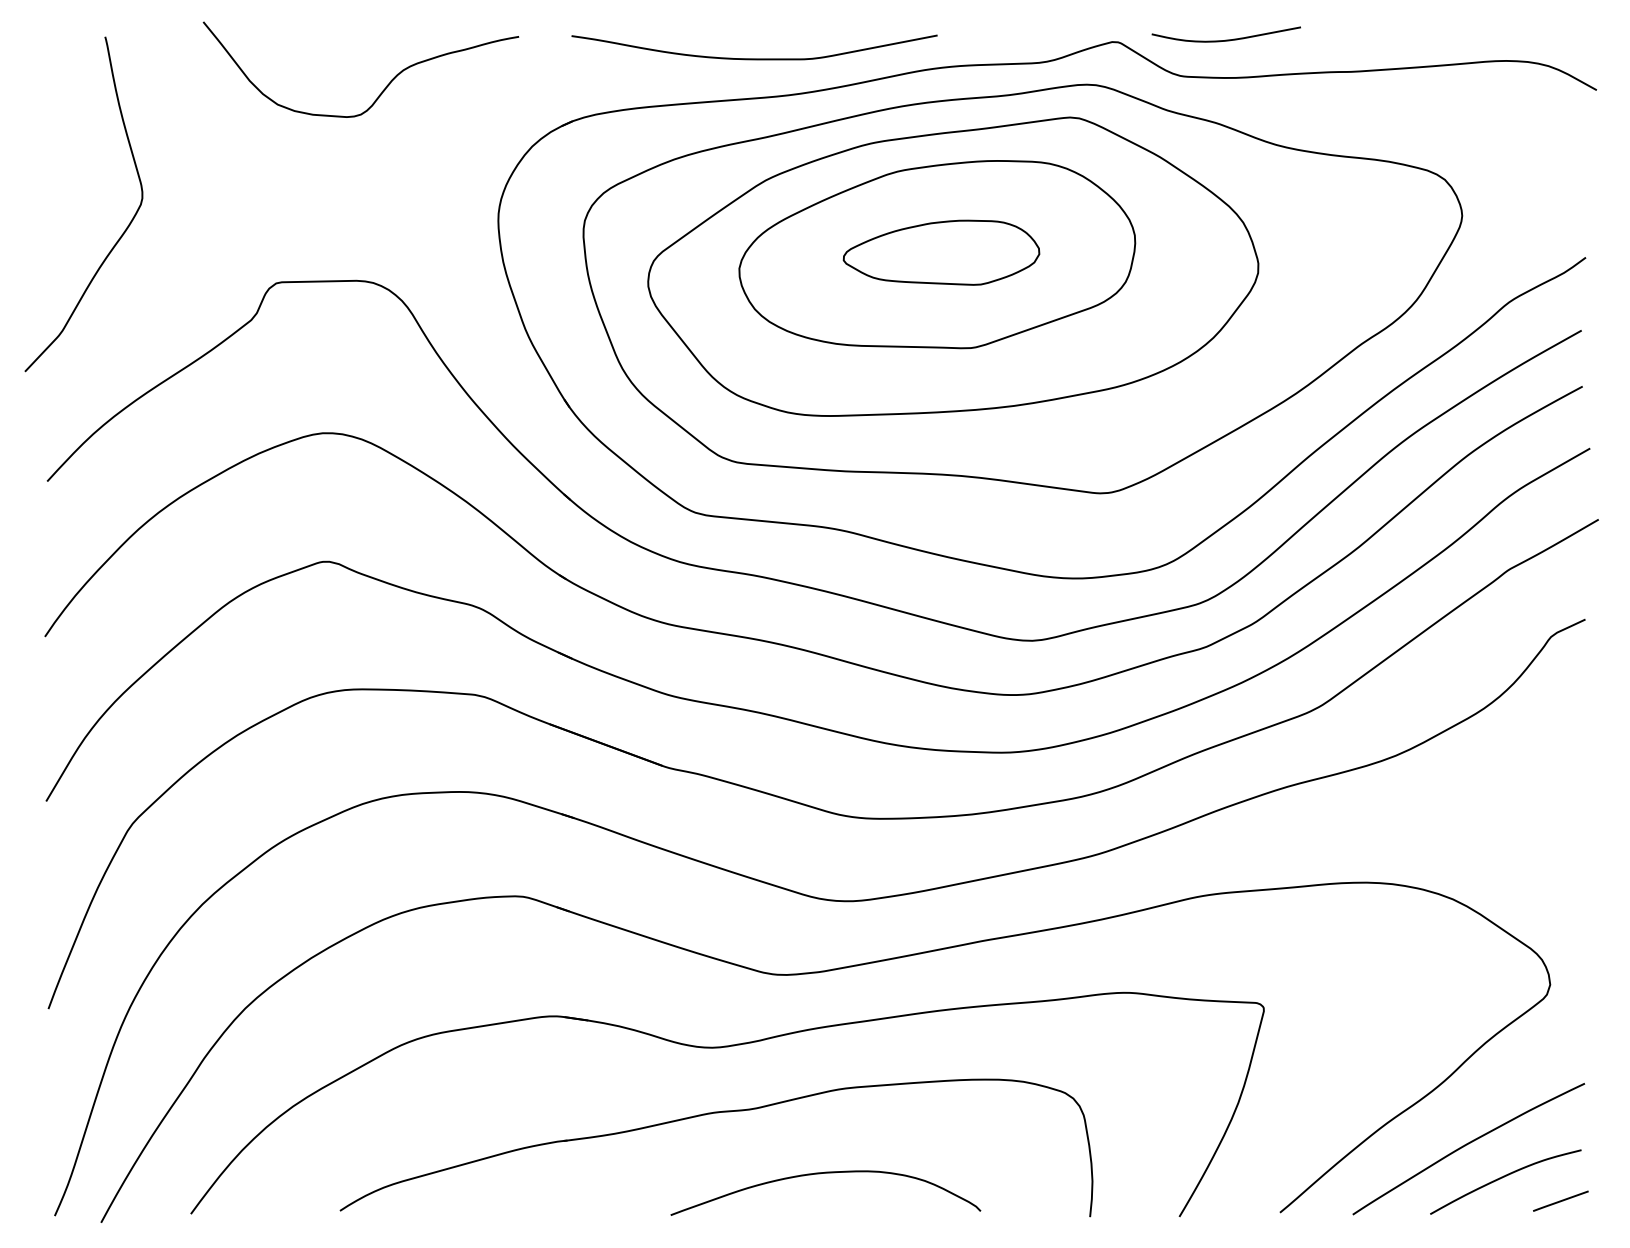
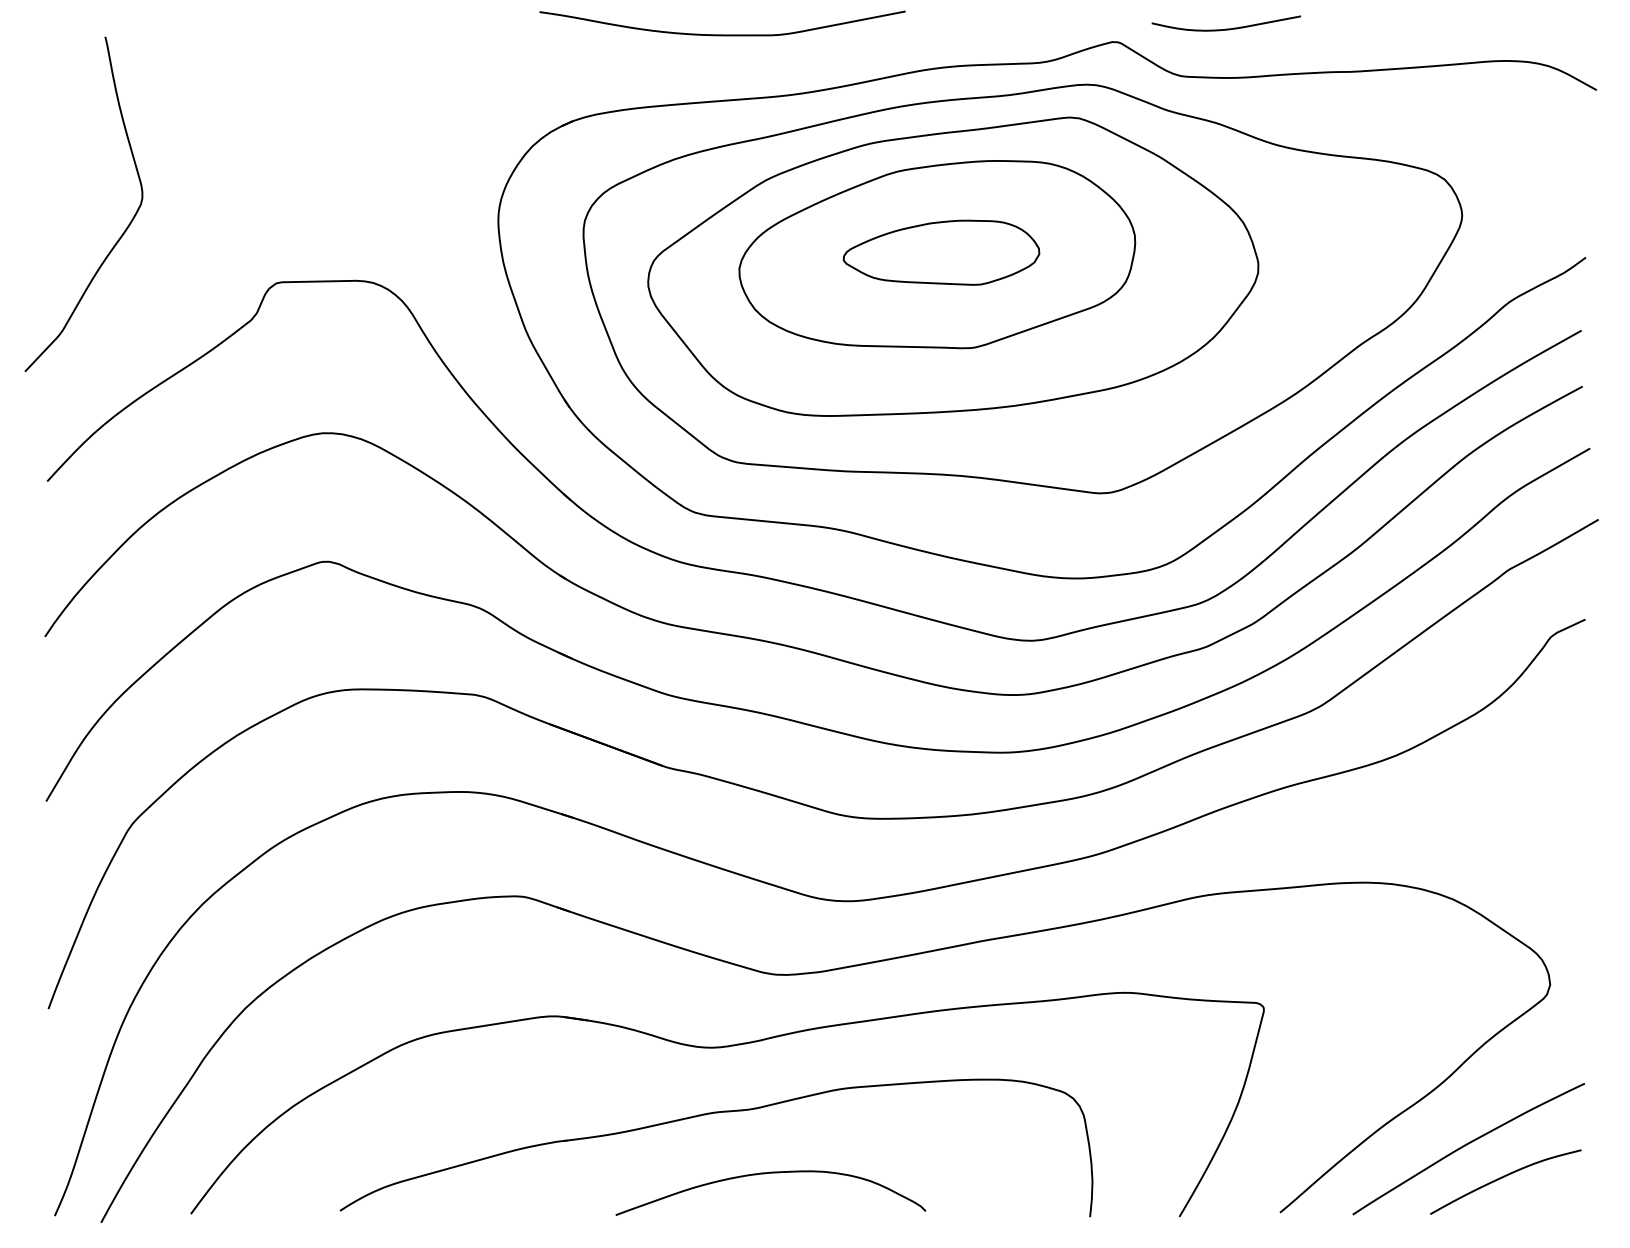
curve at (1225, 39) position: (1225, 39) -> (1225, 28)
curve at (754, 58) position: (754, 58) -> (722, 34)
curve at (382, 90): present -> none
curve at (820, 1174) position: (820, 1174) -> (765, 1174)
line at (1560, 1200): present -> none
